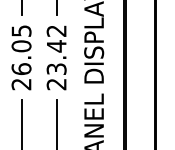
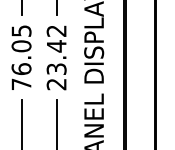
text at (21, 84): 26.05 -> 76.05
